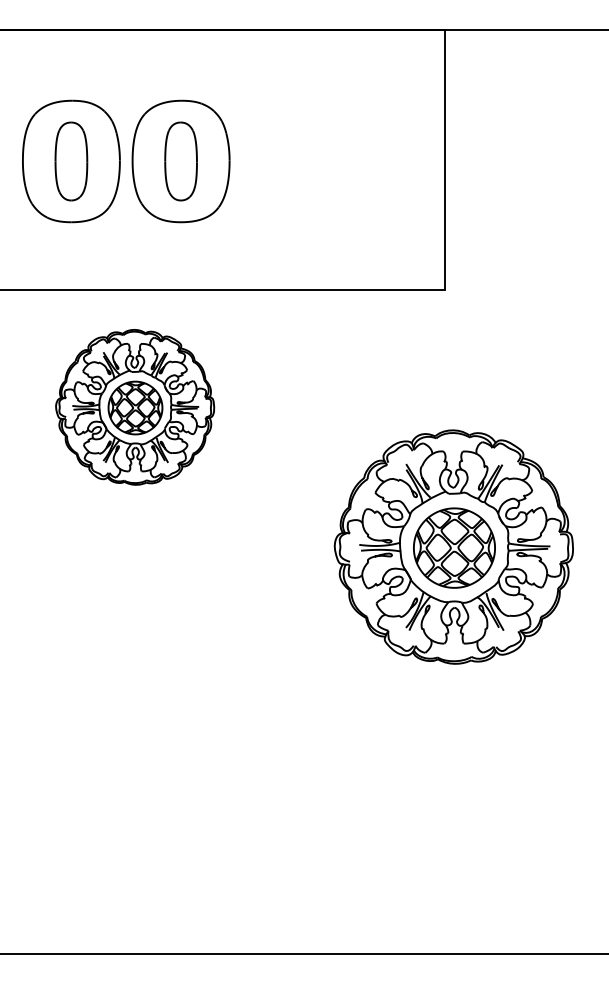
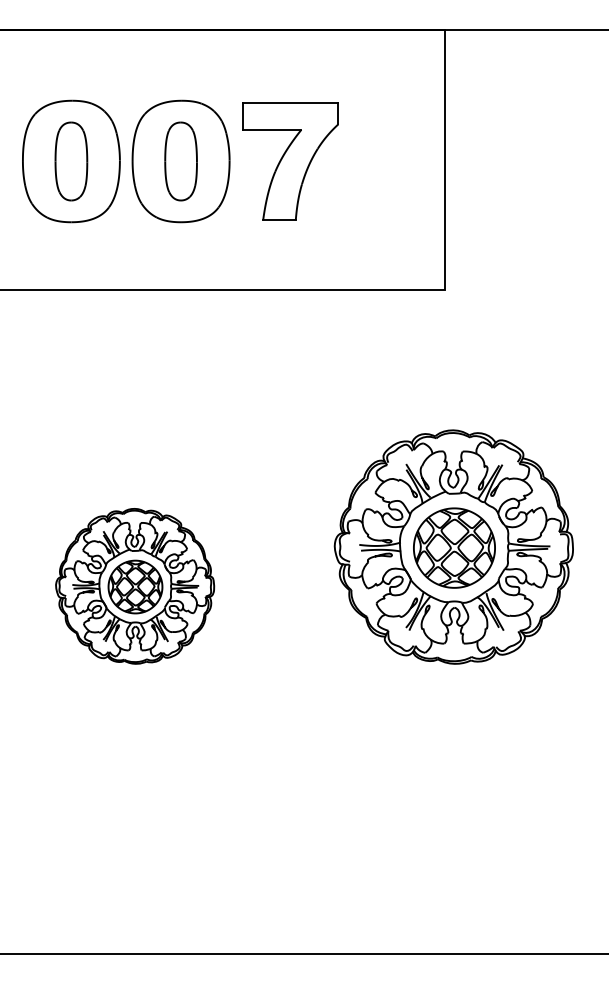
part at (290, 161): none -> present
part at (135, 407) position: (135, 407) -> (135, 586)
